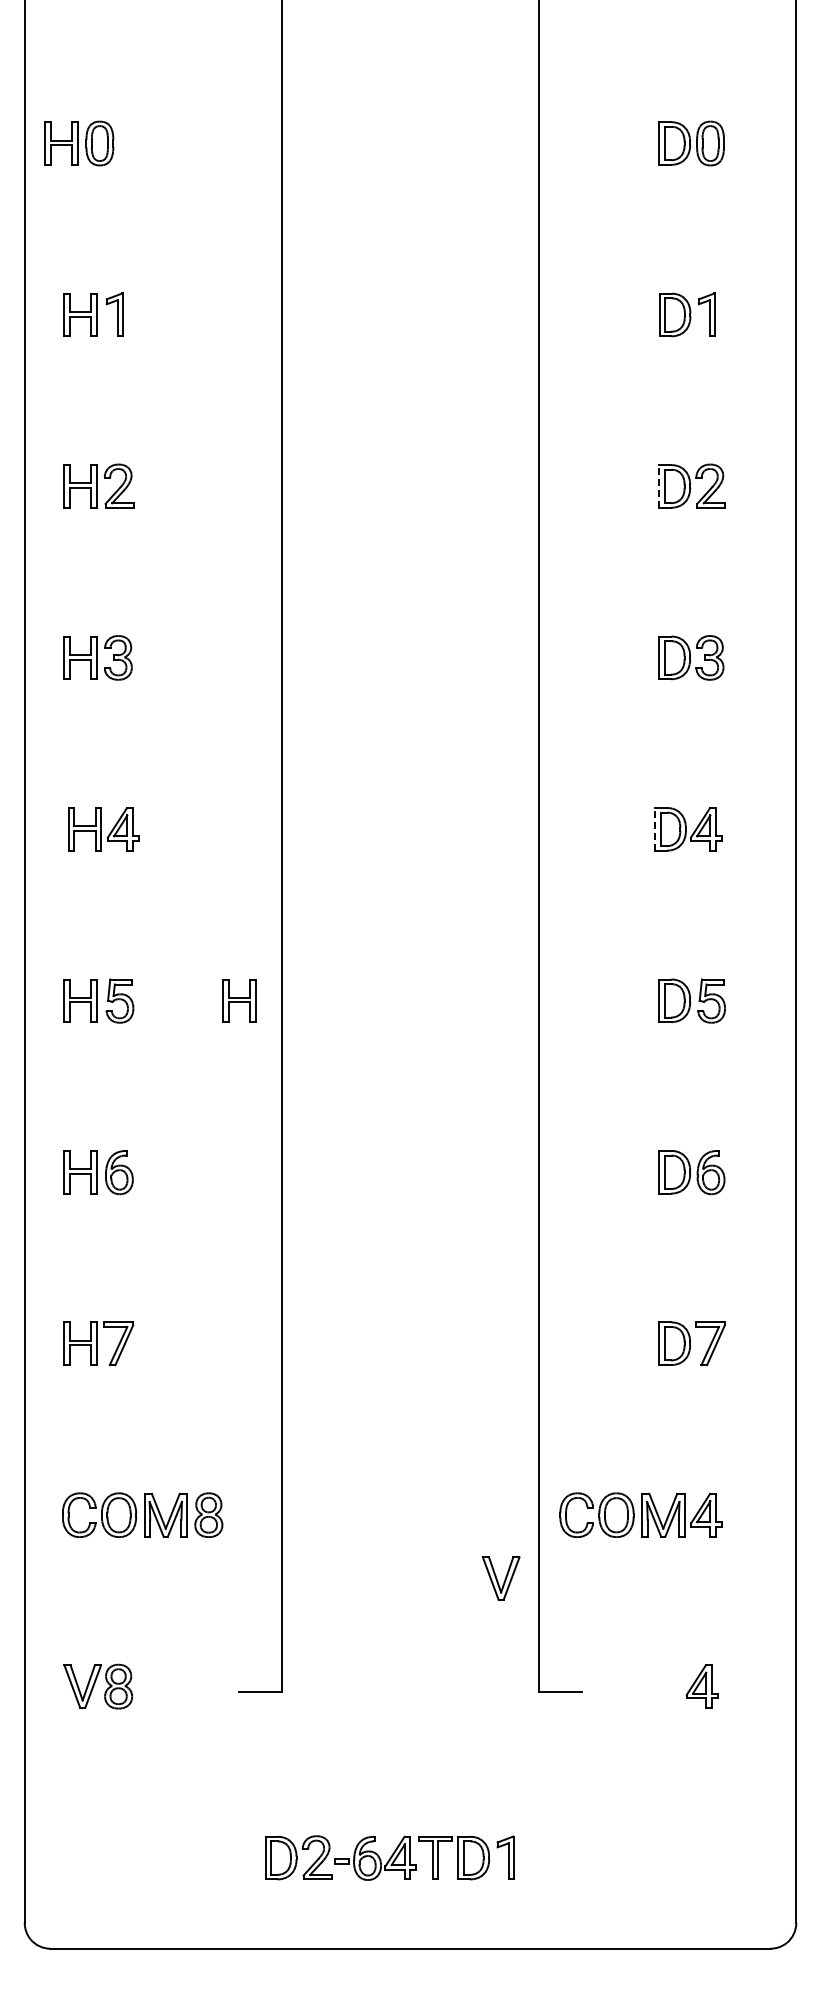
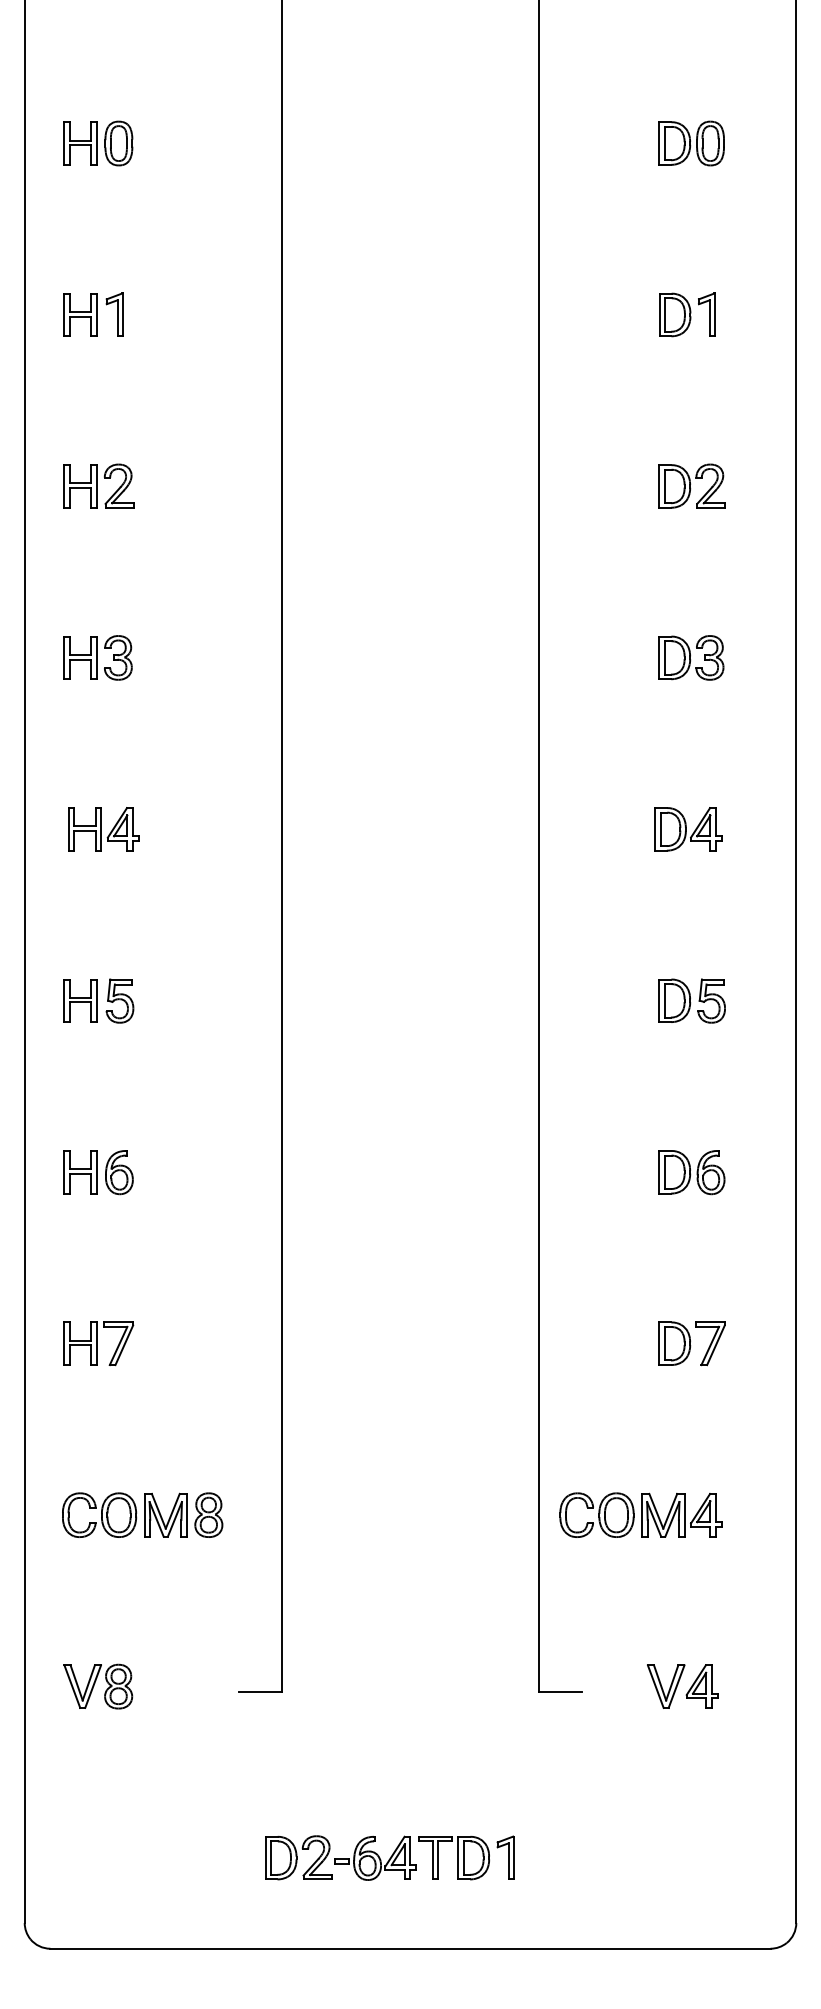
part at (79, 143) position: (79, 143) -> (98, 143)
line at (659, 485): dashed -> solid
line at (655, 828): dashed -> solid
part at (239, 1000): present -> none
part at (501, 1578) position: (501, 1578) -> (666, 1686)
